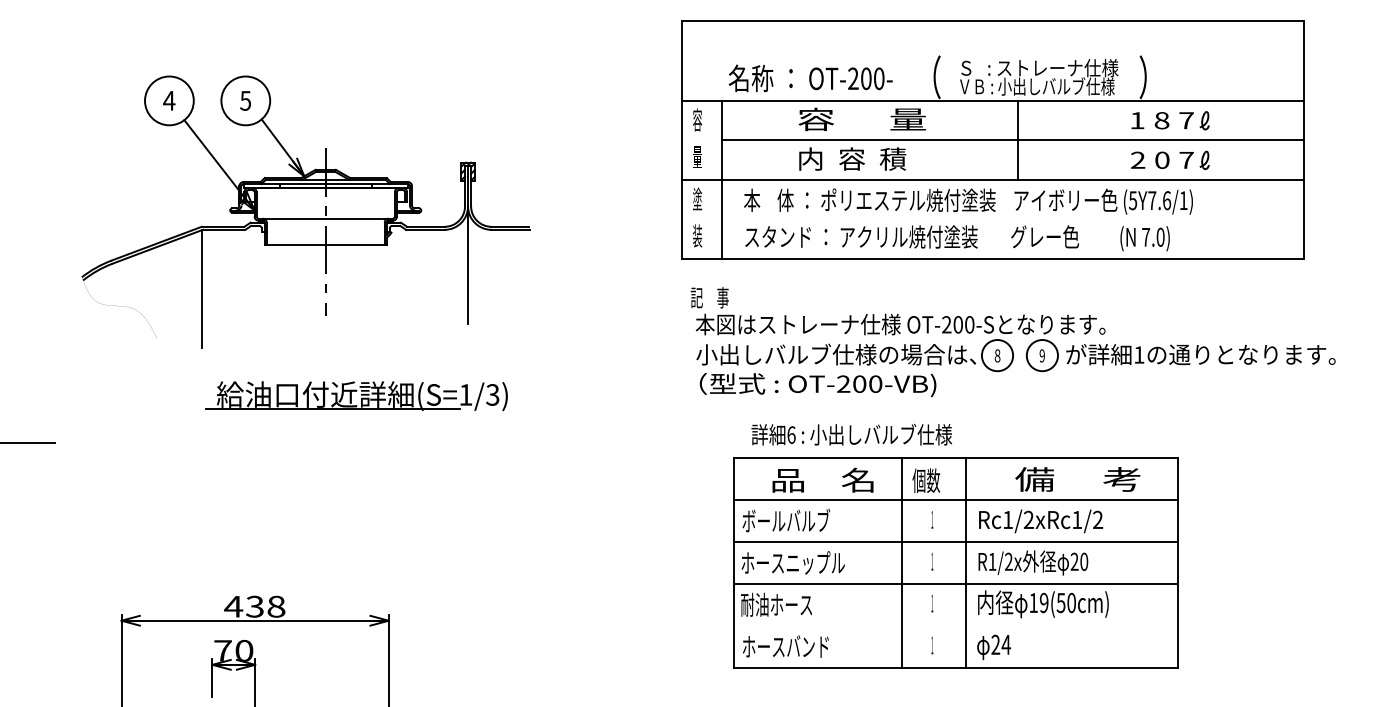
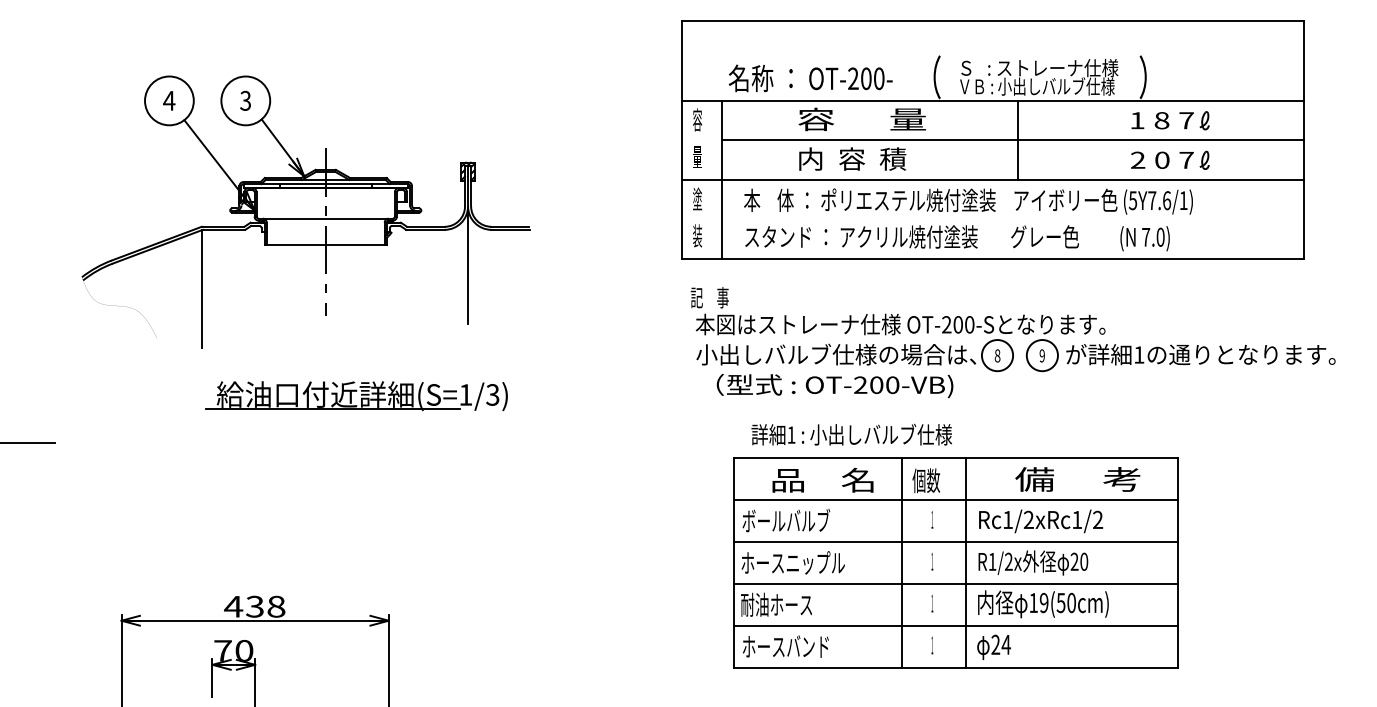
text at (245, 100): 5 -> 3
text at (817, 385) position: (817, 385) -> (834, 386)
text at (791, 434): 6 -> 1
line at (956, 625): none -> present
